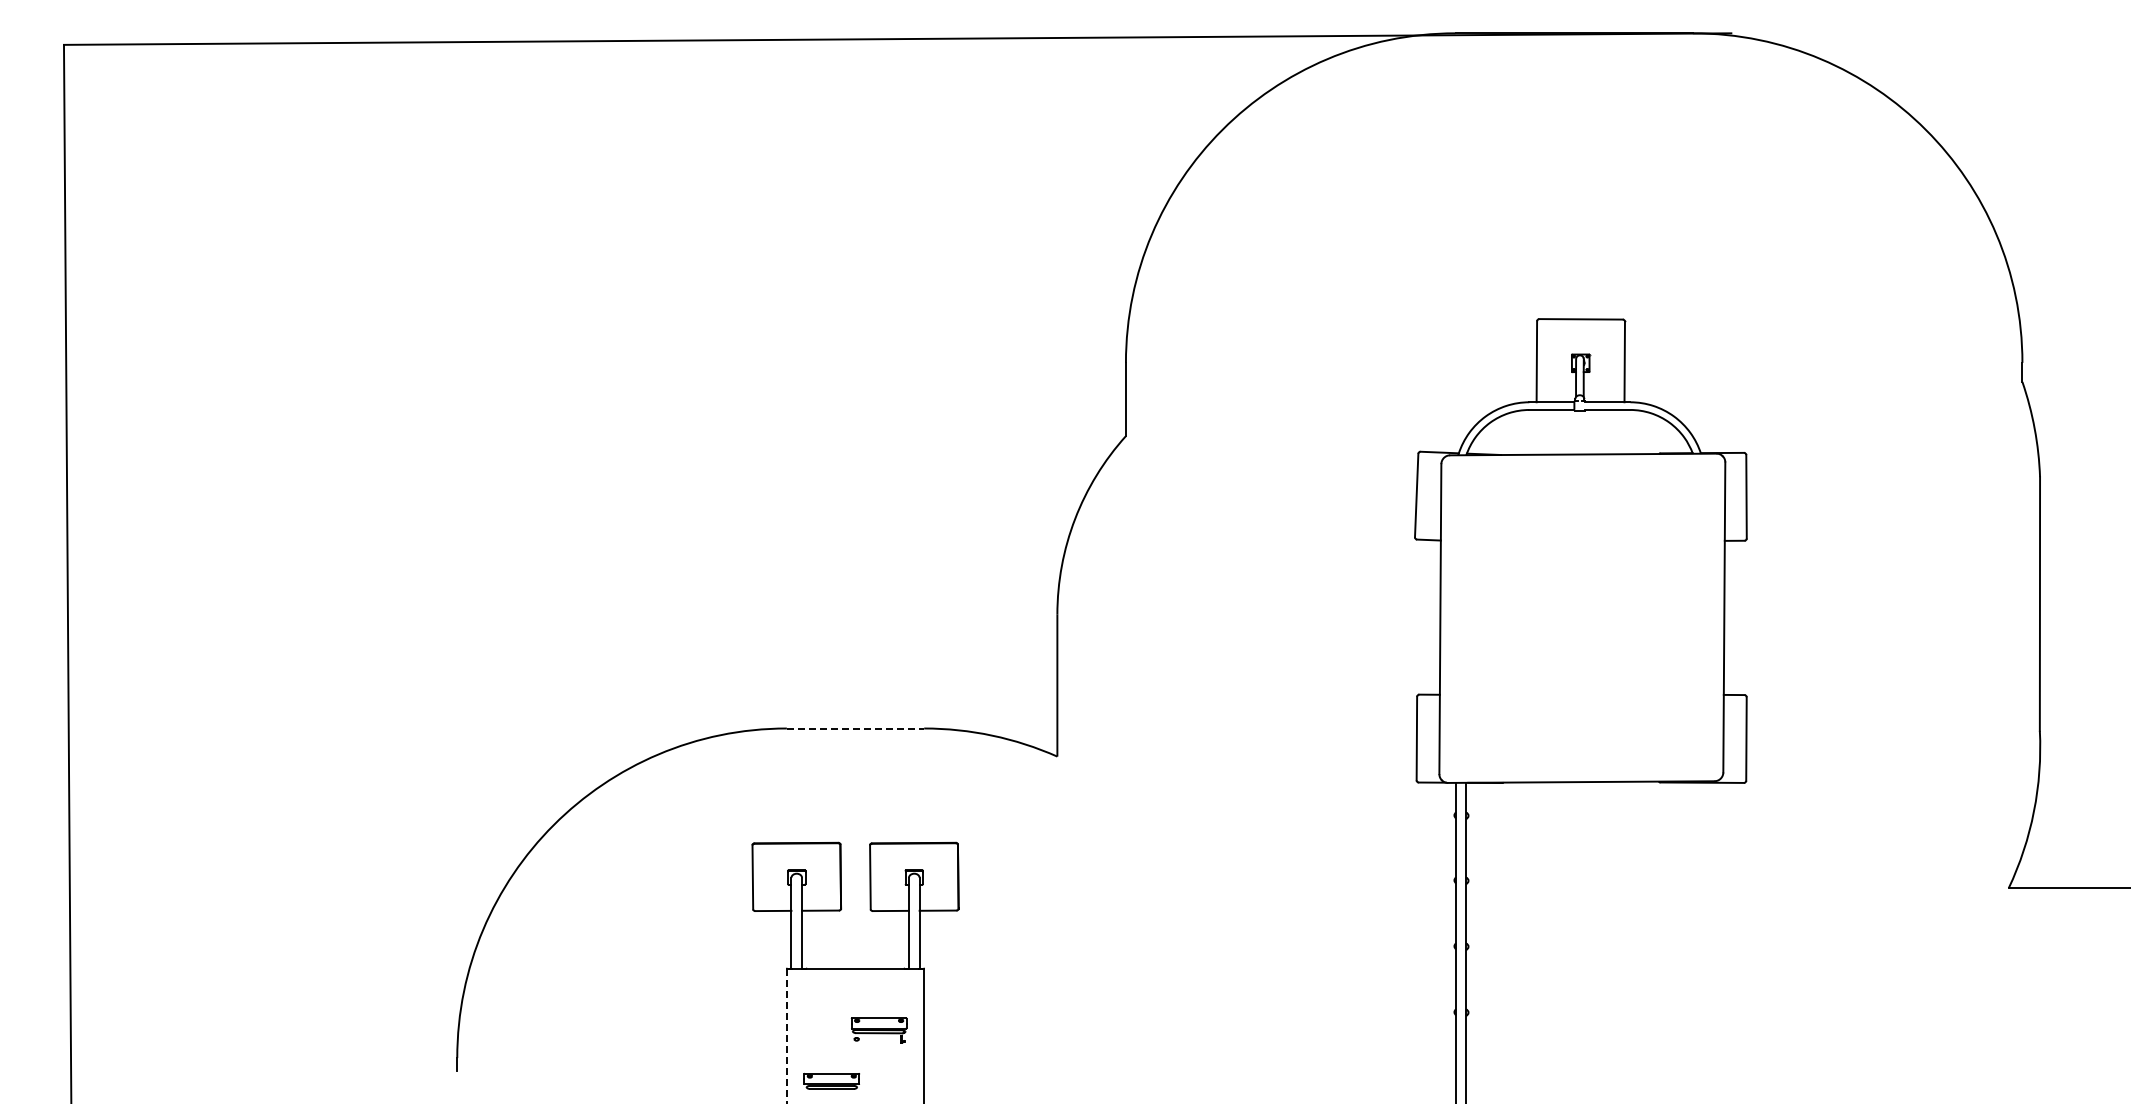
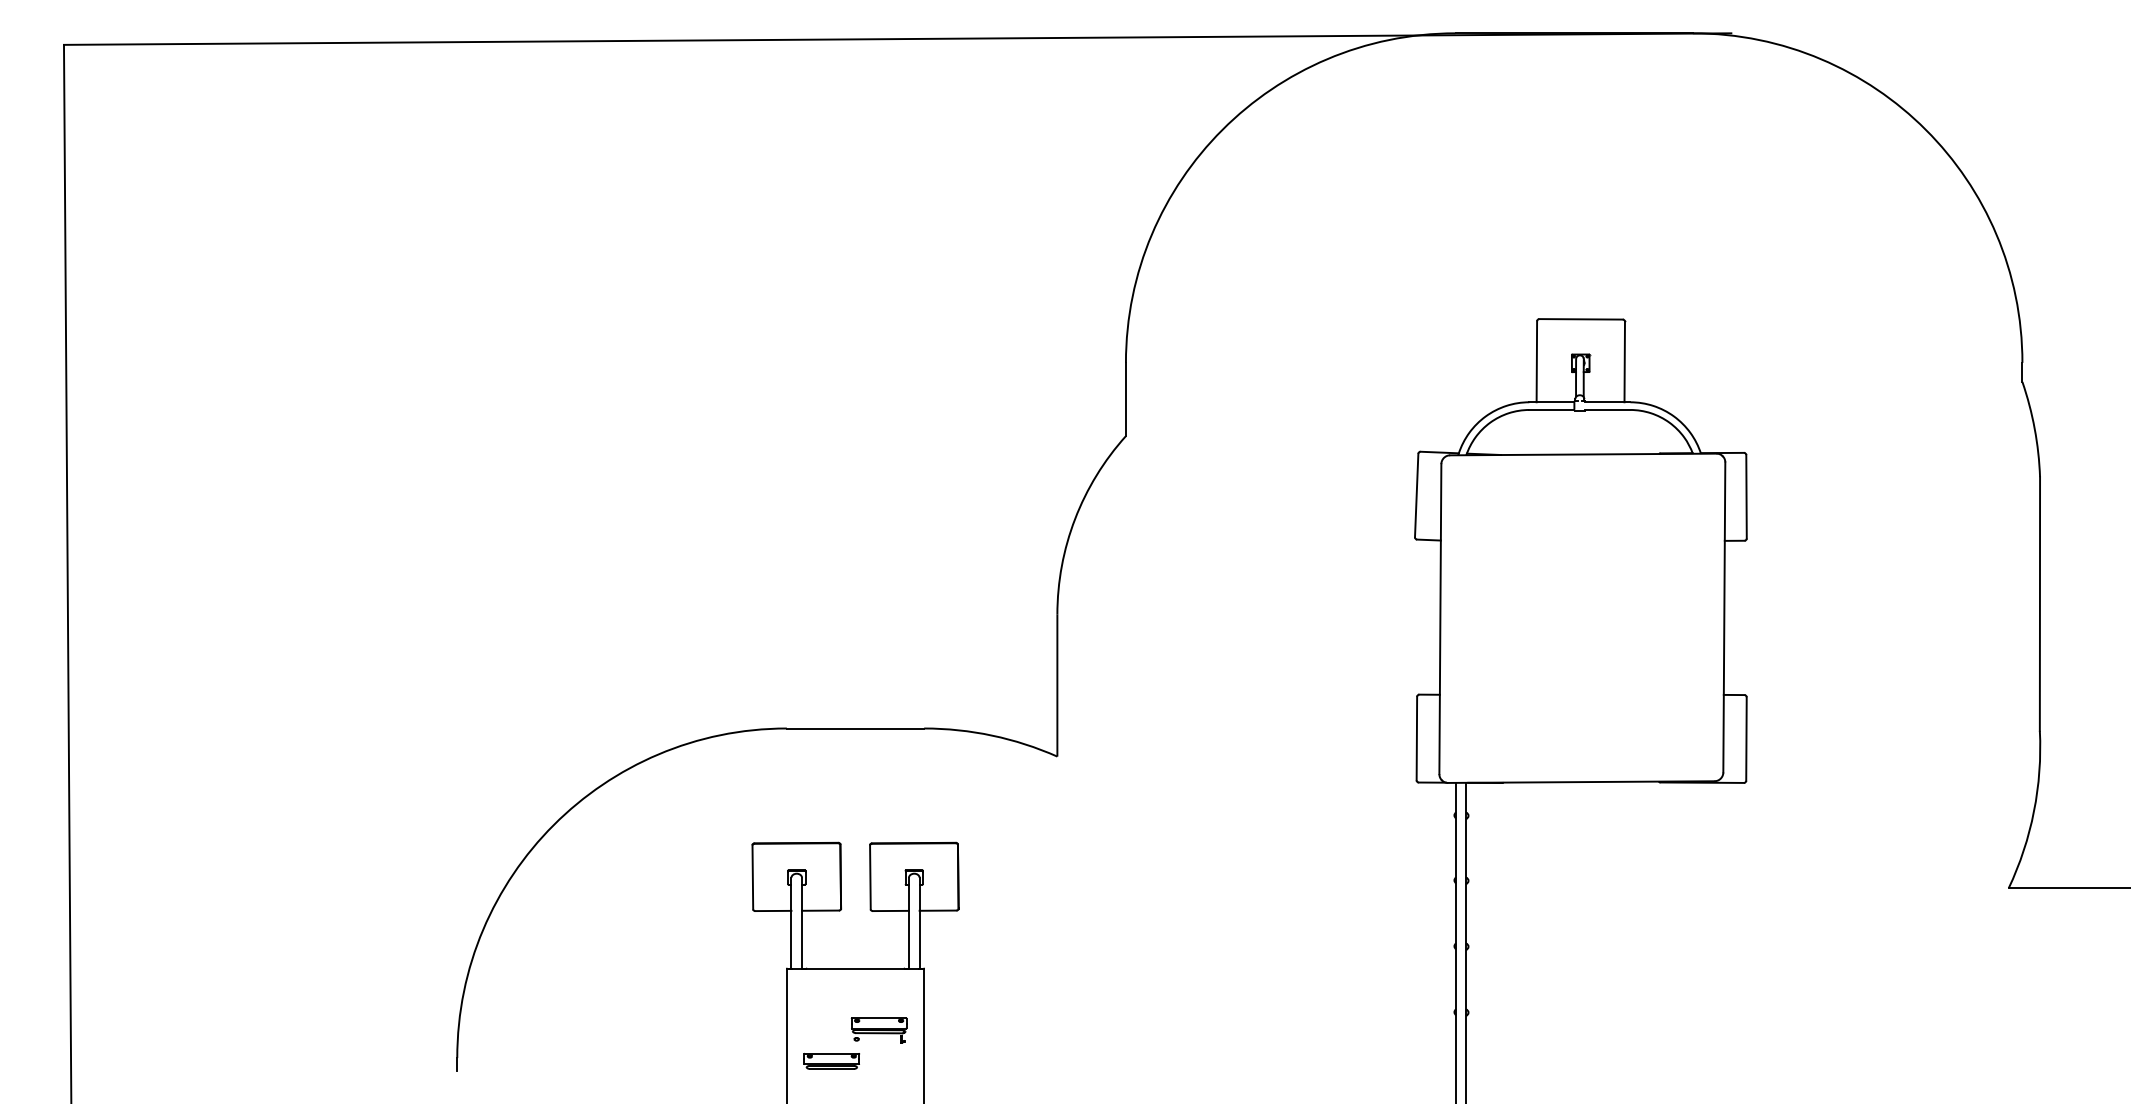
line at (855, 728): dashed -> solid
line at (786, 1036): dashed -> solid
part at (831, 1081) position: (831, 1081) -> (831, 1061)
